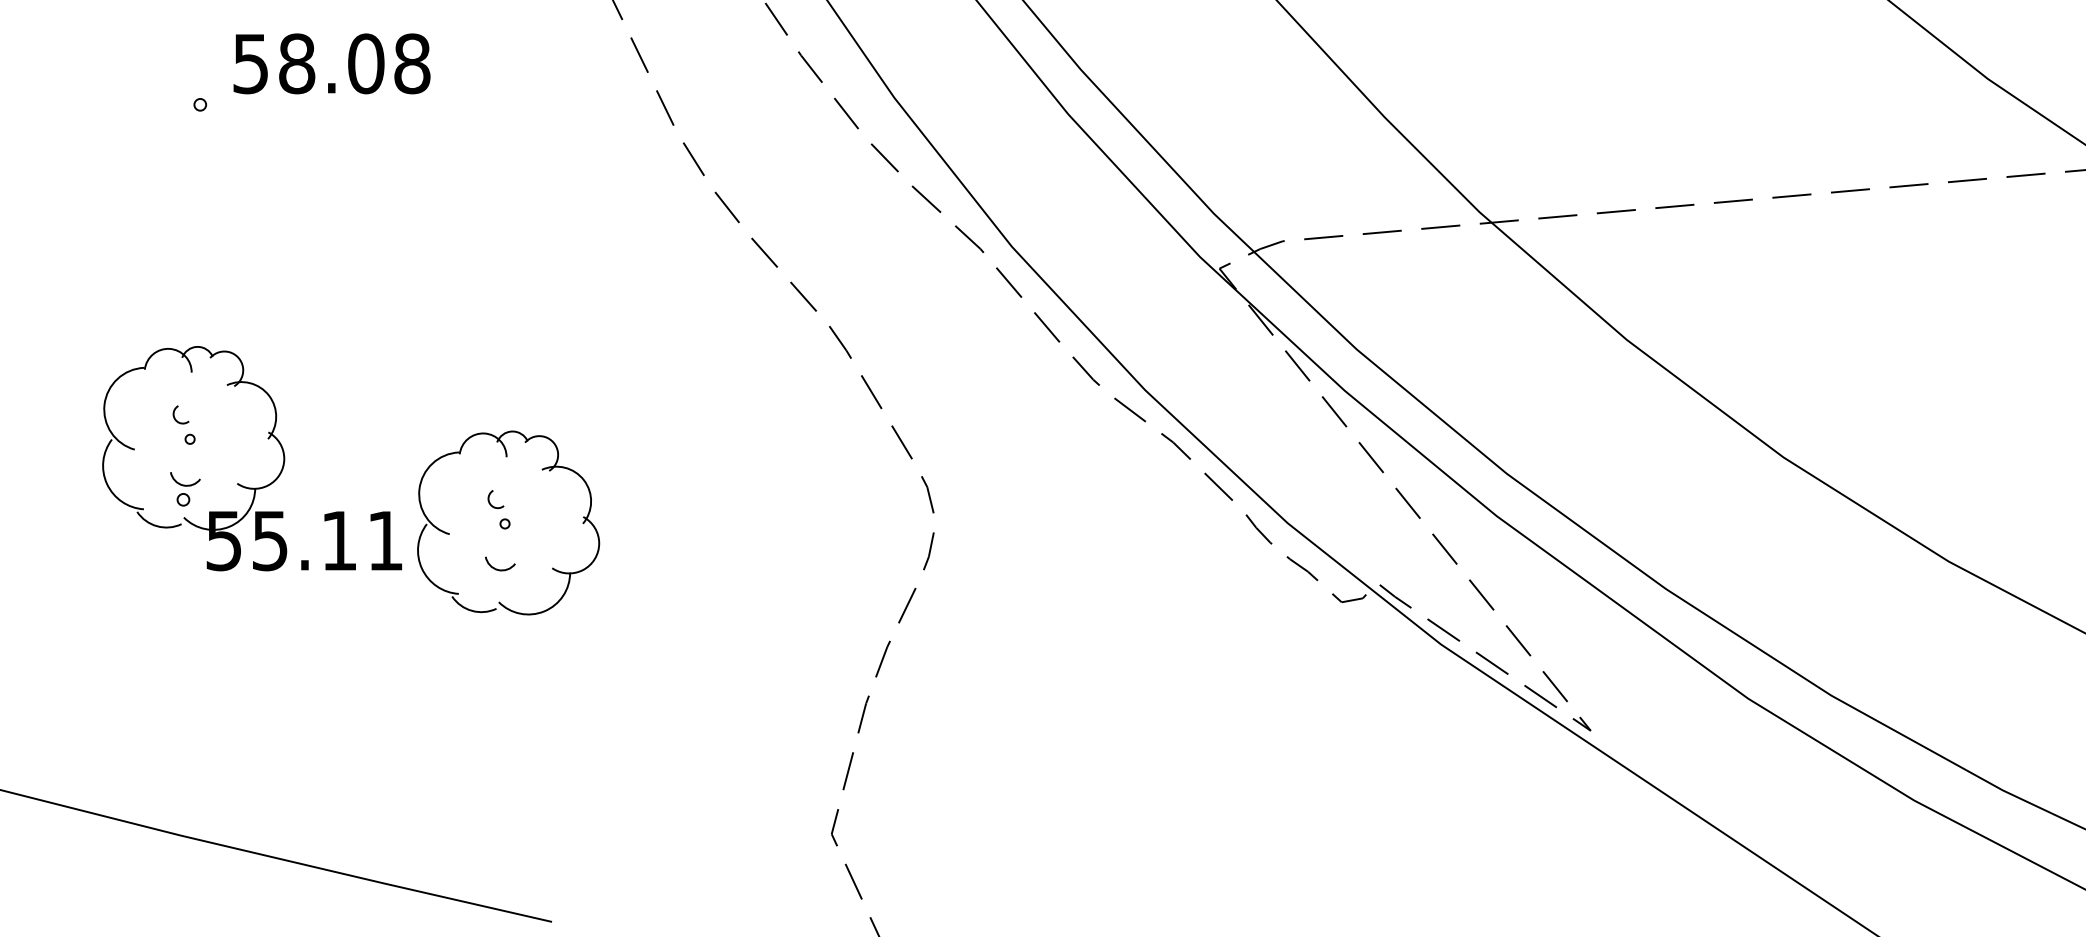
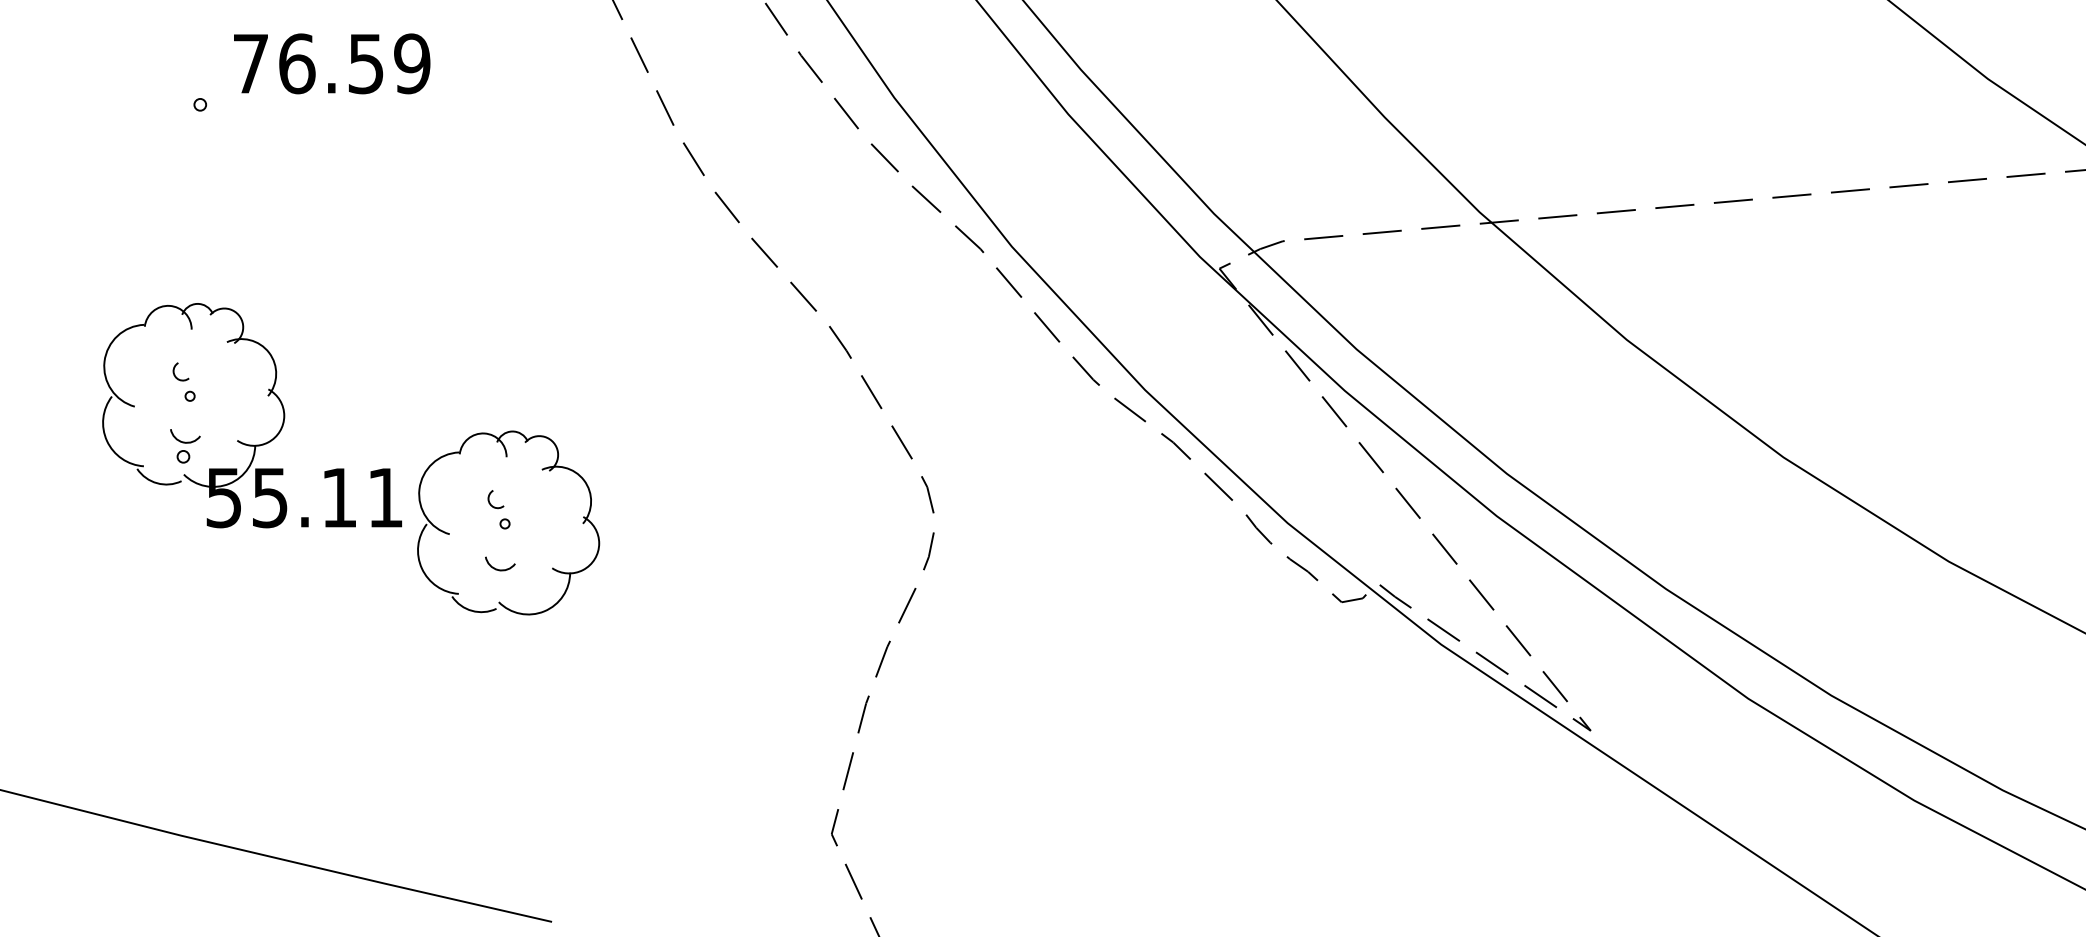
text at (331, 63): 58.08 -> 76.59
part at (268, 439) position: (268, 439) -> (268, 396)
